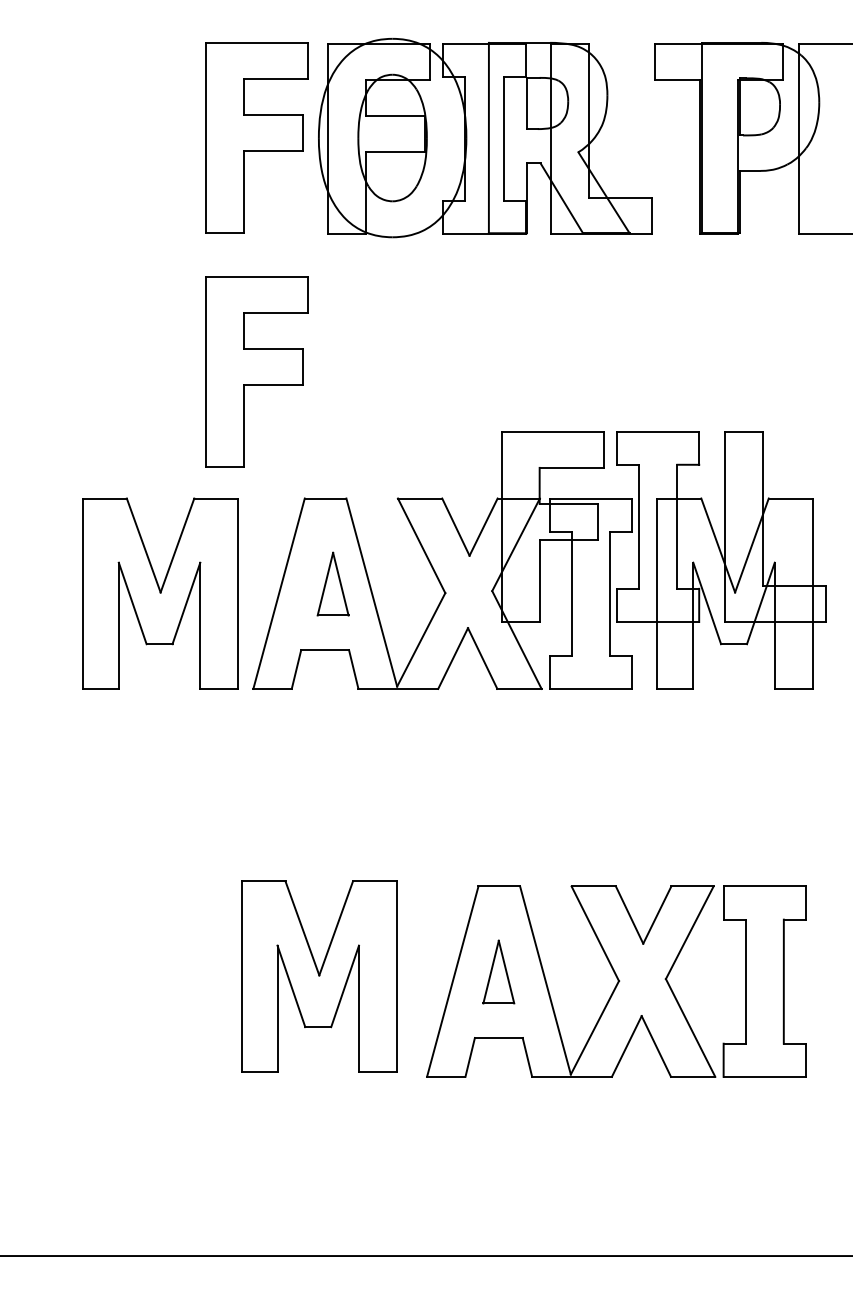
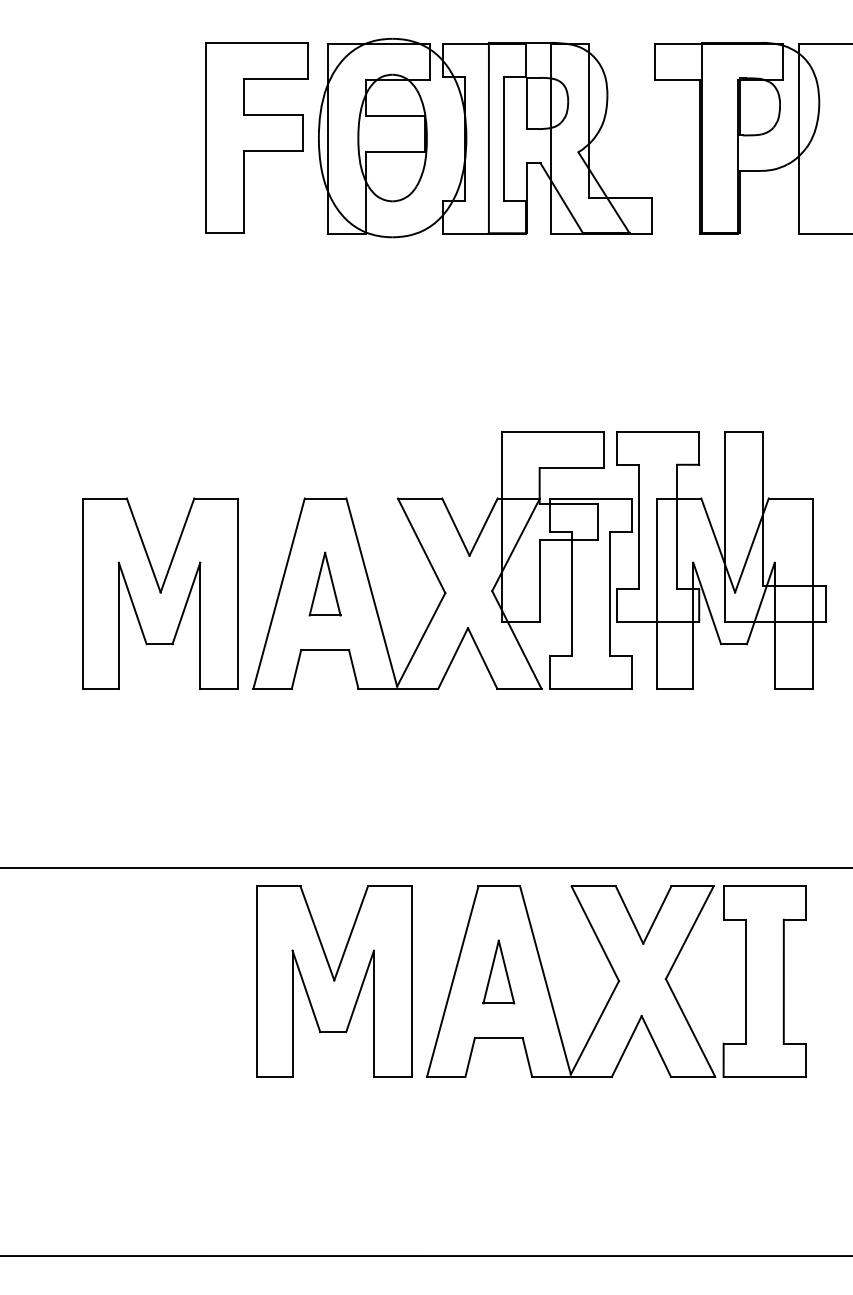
part at (256, 371): present -> none
part at (332, 583) position: (332, 583) -> (324, 583)
line at (425, 868): none -> present
part at (319, 976) position: (319, 976) -> (334, 981)
